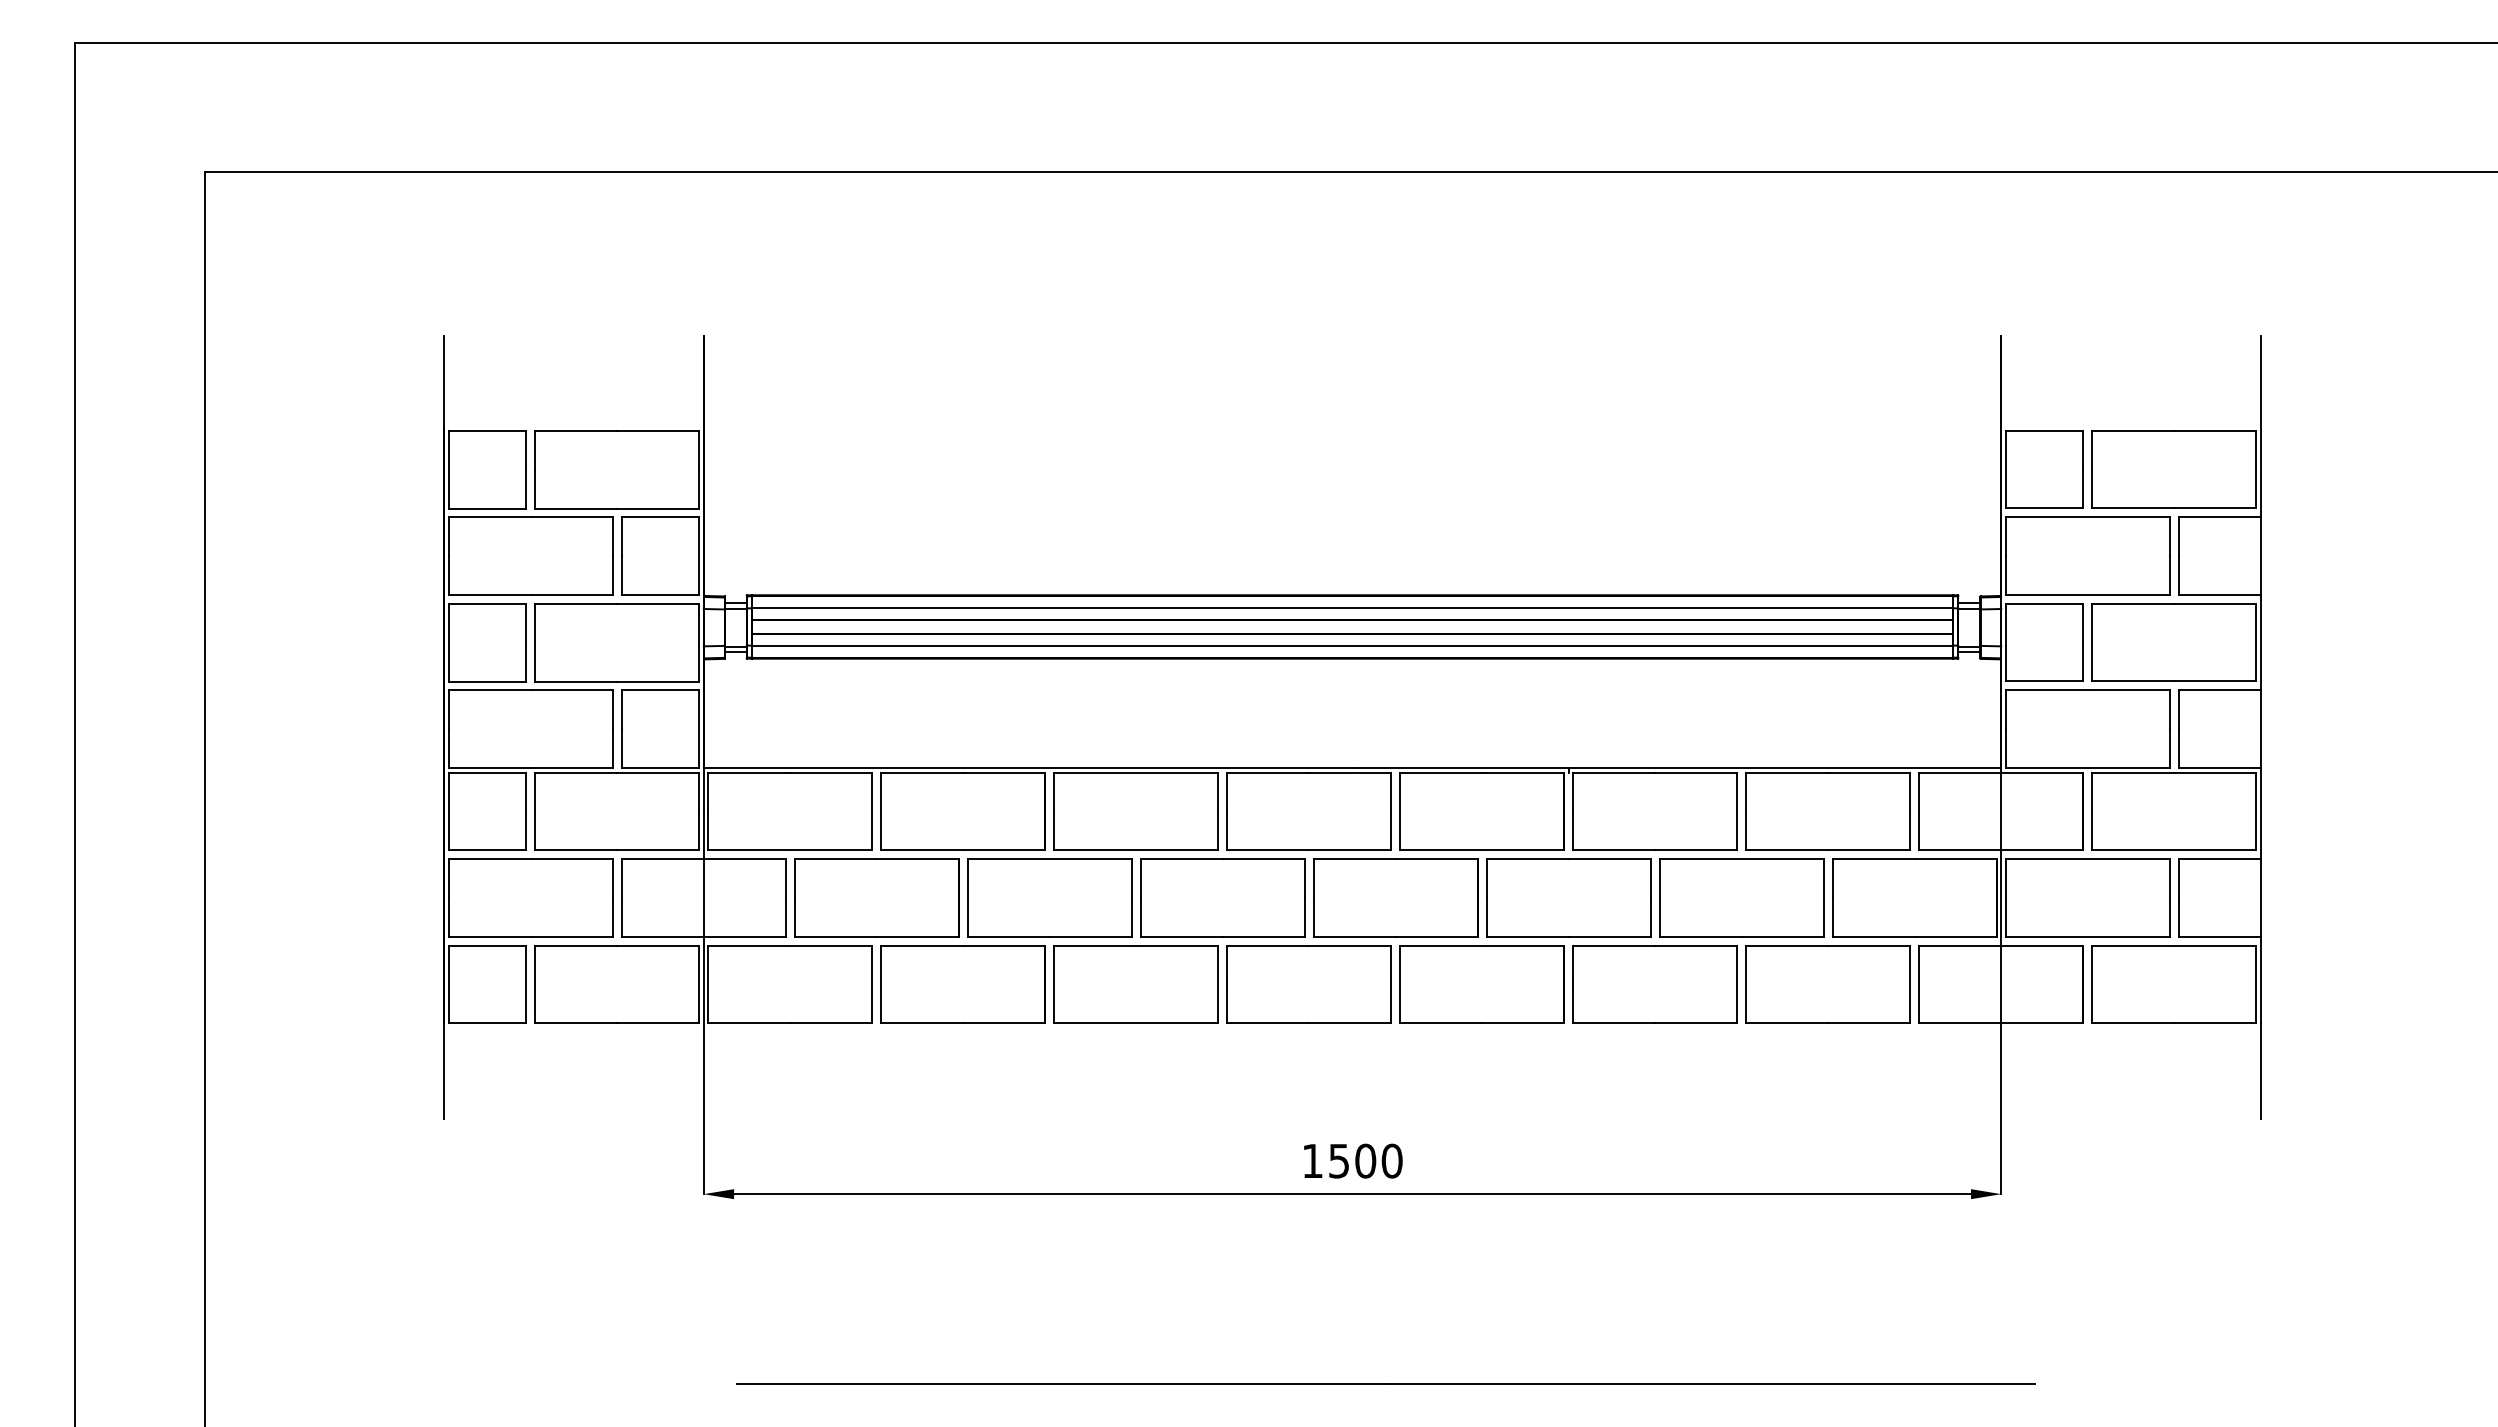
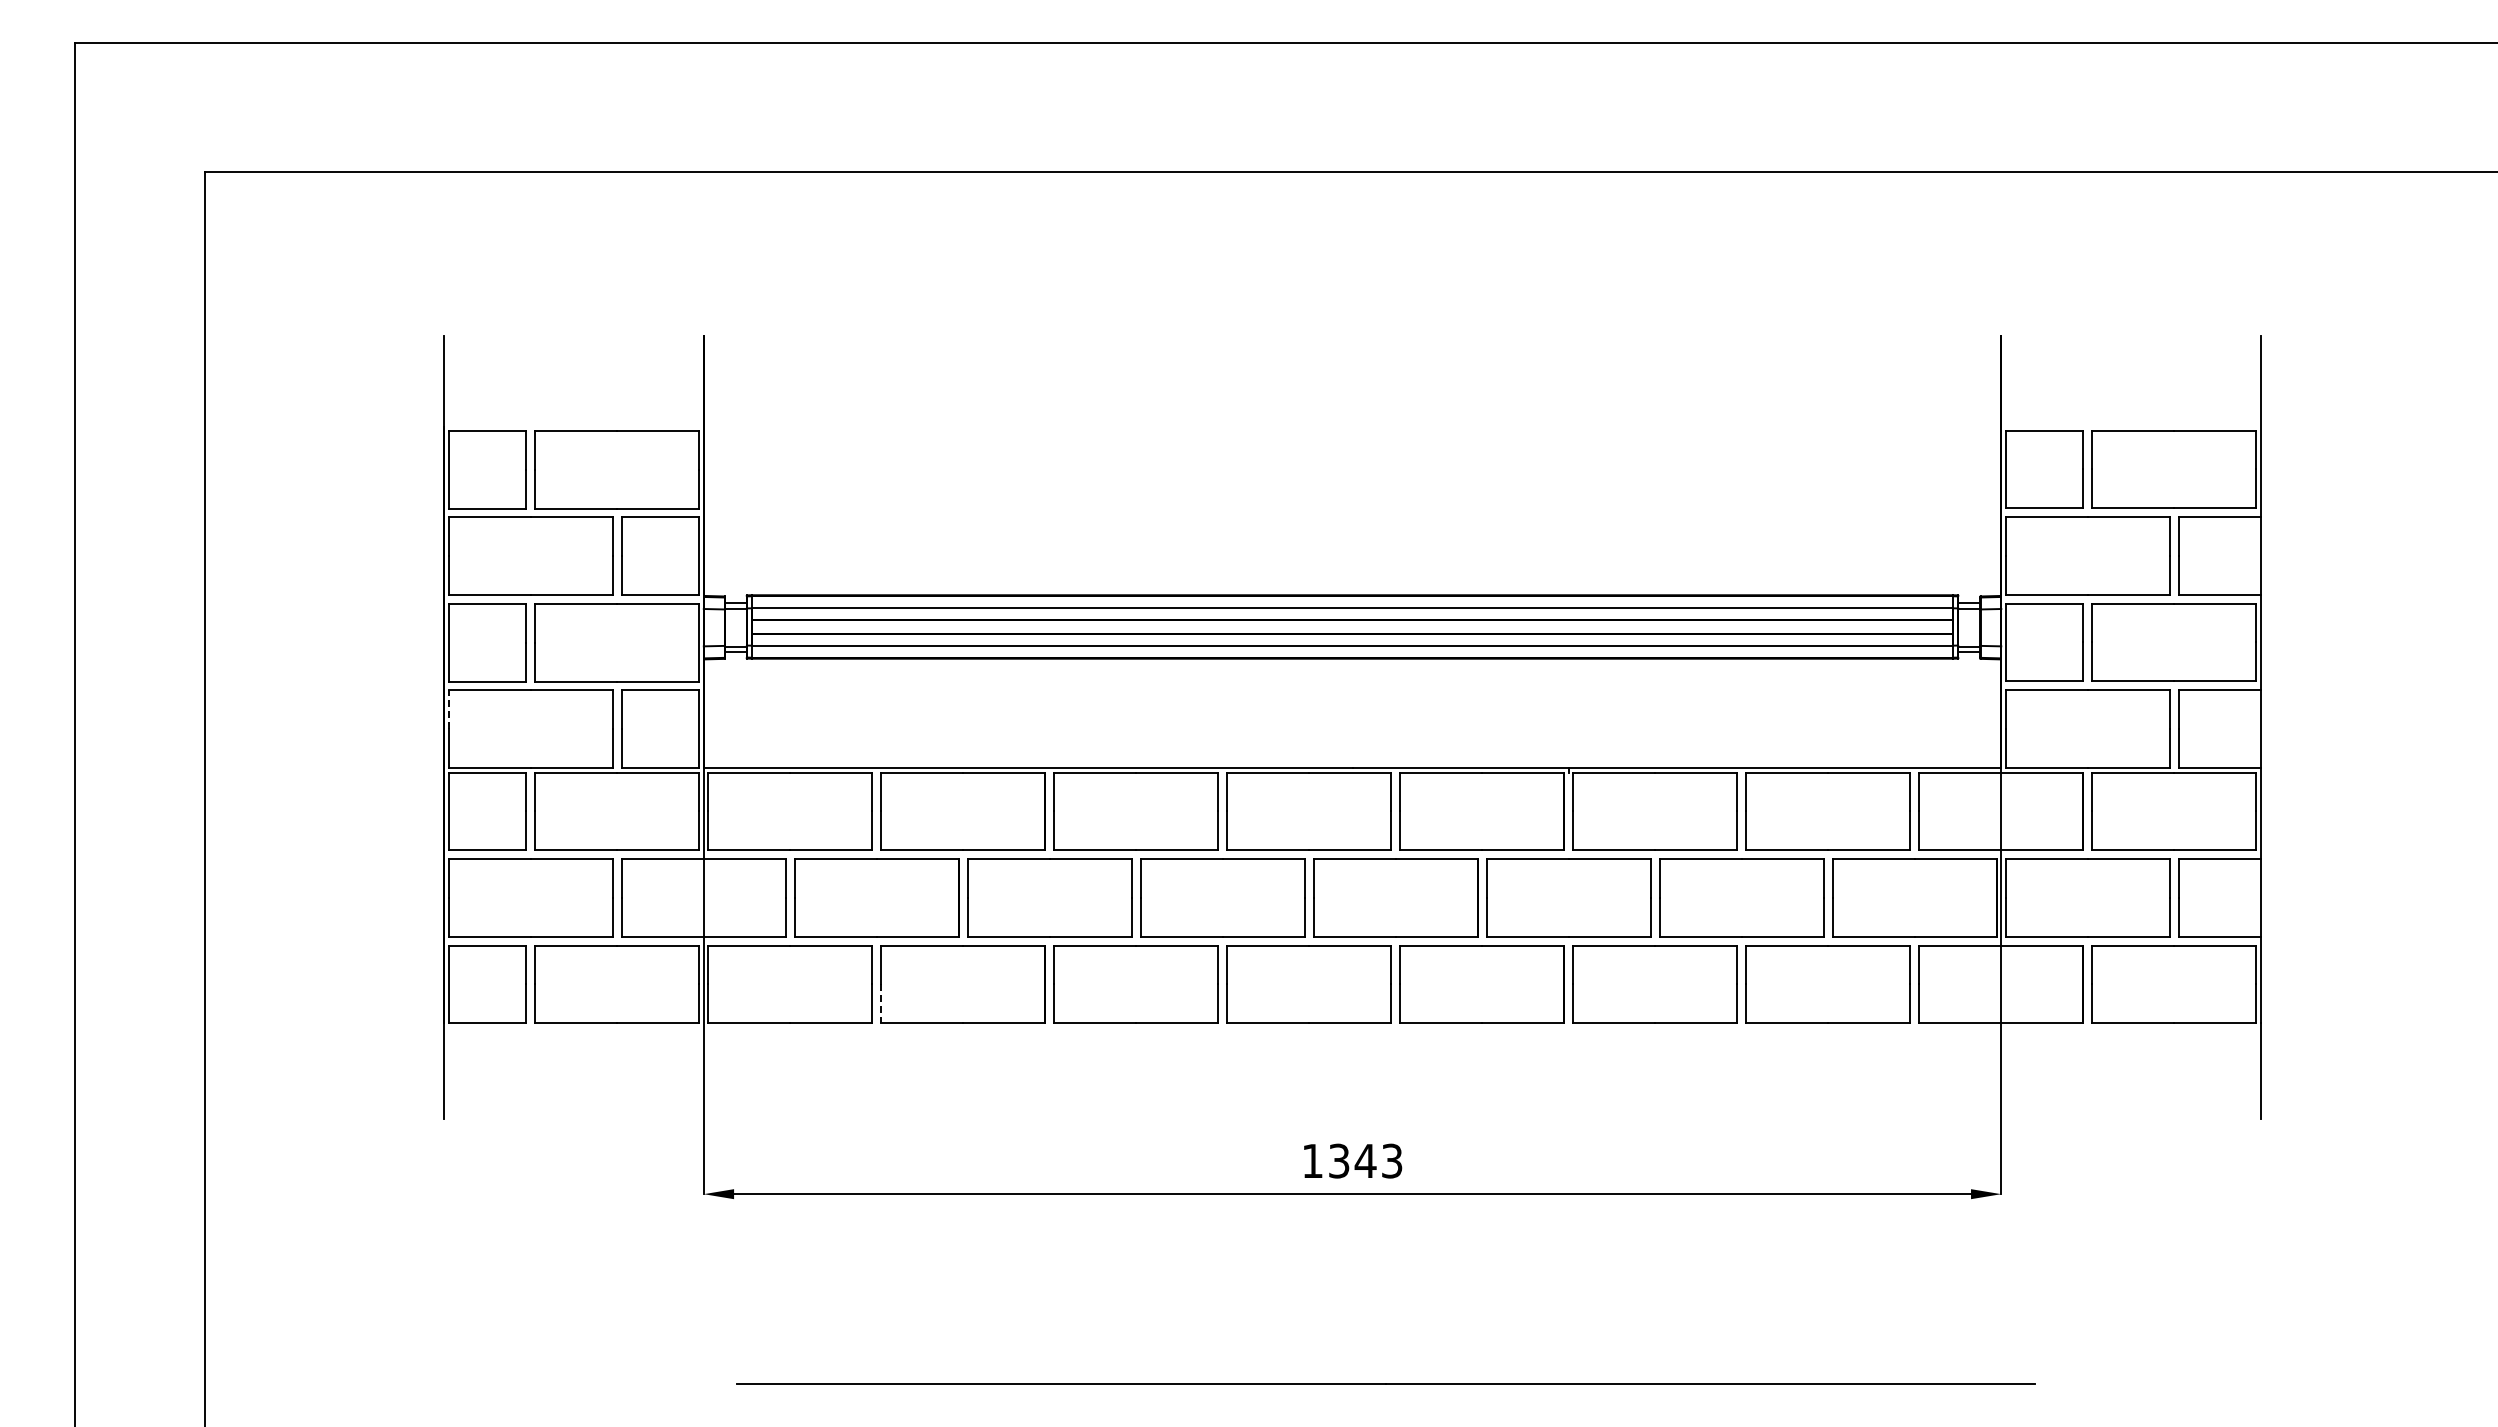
line at (448, 709): solid -> dashed
line at (881, 1004): solid -> dashed
text at (1365, 1160): 1500 -> 1343
